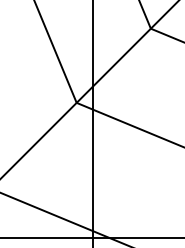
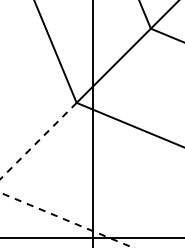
line at (38, 140): solid -> dashed
line at (66, 220): solid -> dashed
